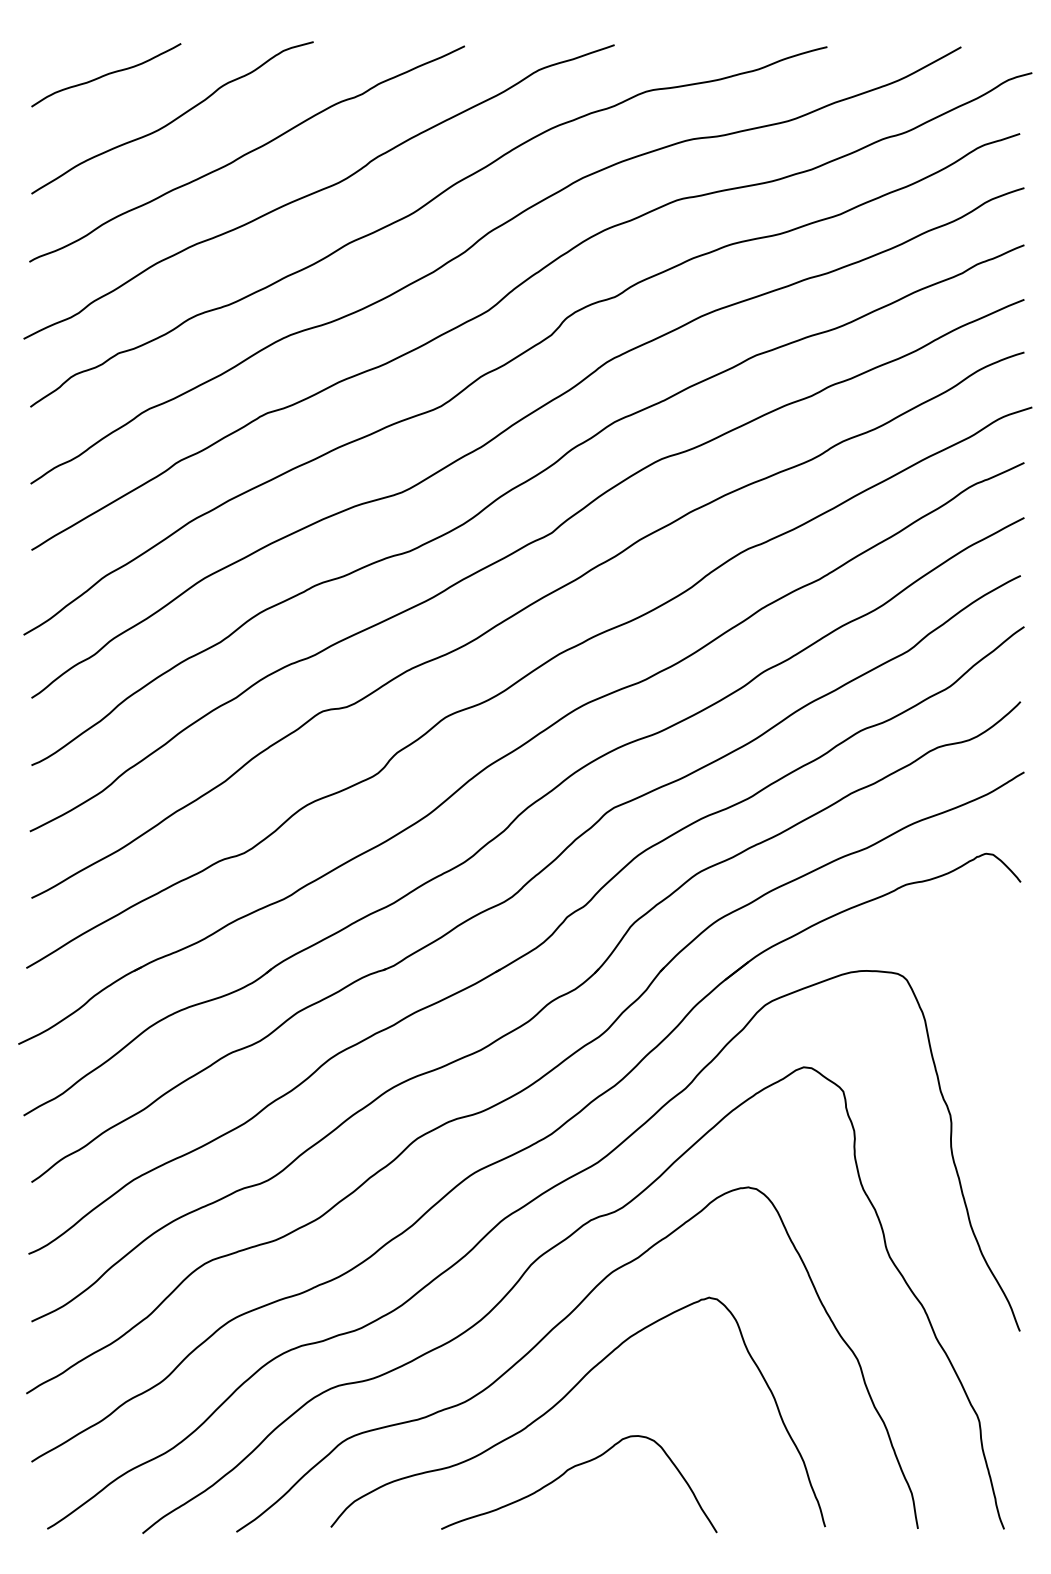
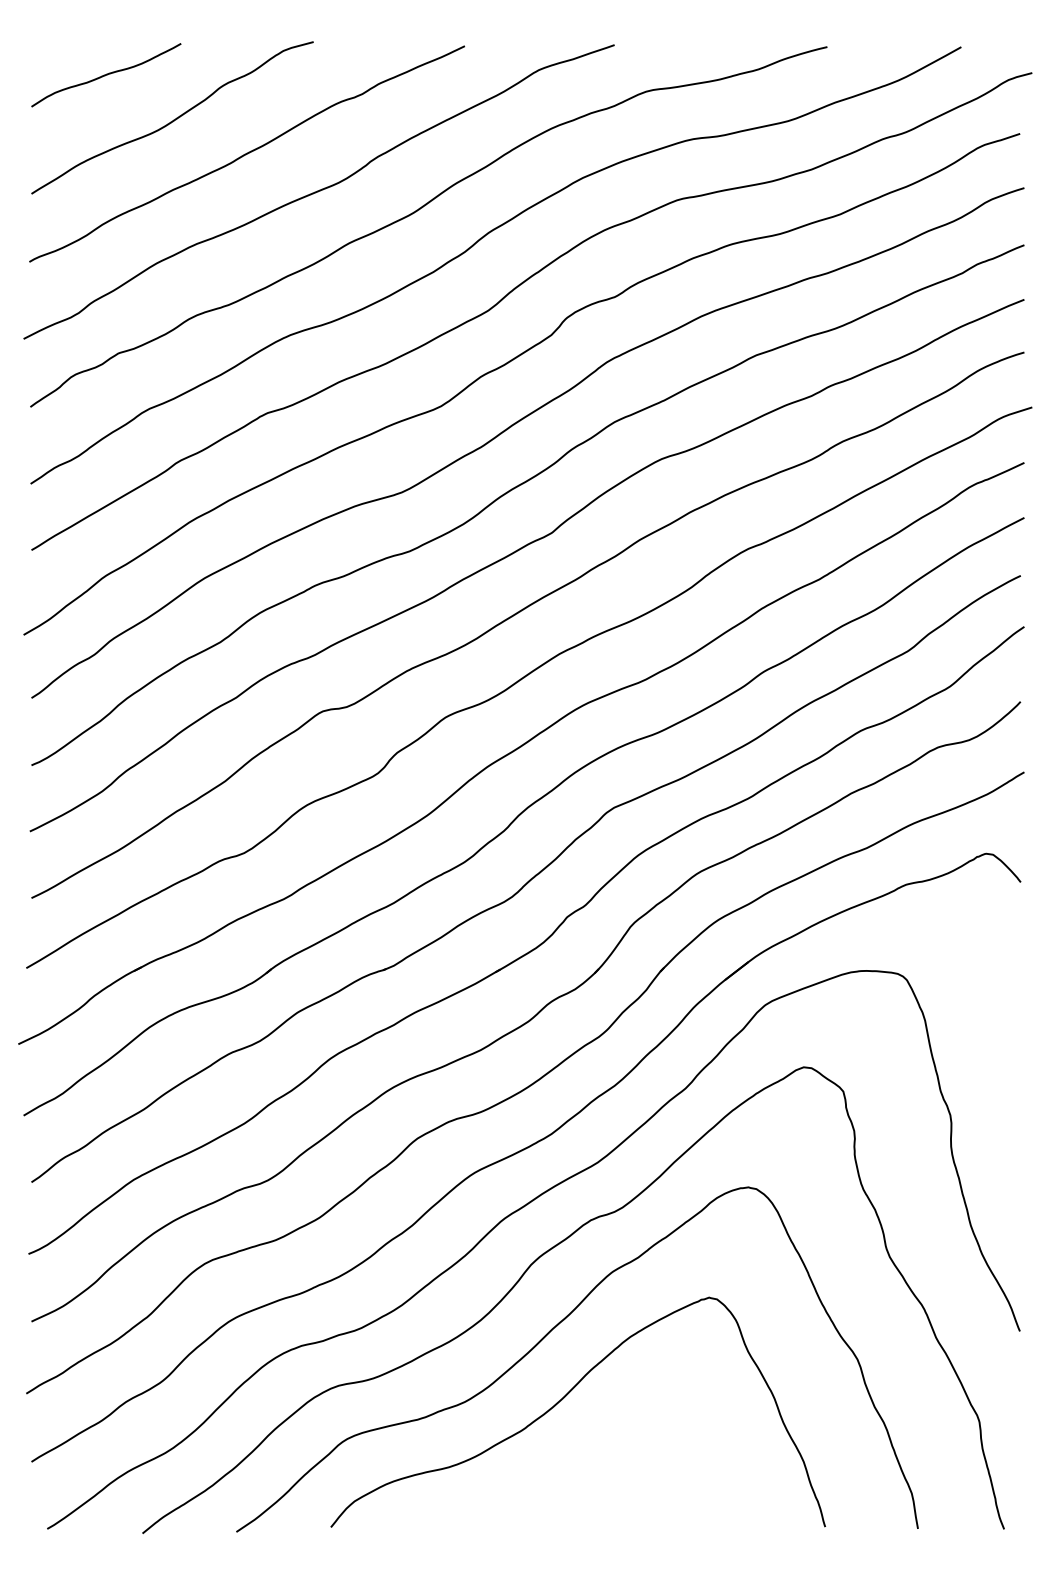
curve at (571, 1469): present -> none
